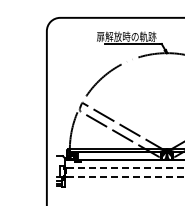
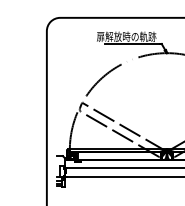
line at (125, 168): dashed -> solid
line at (125, 177): dashed -> solid
